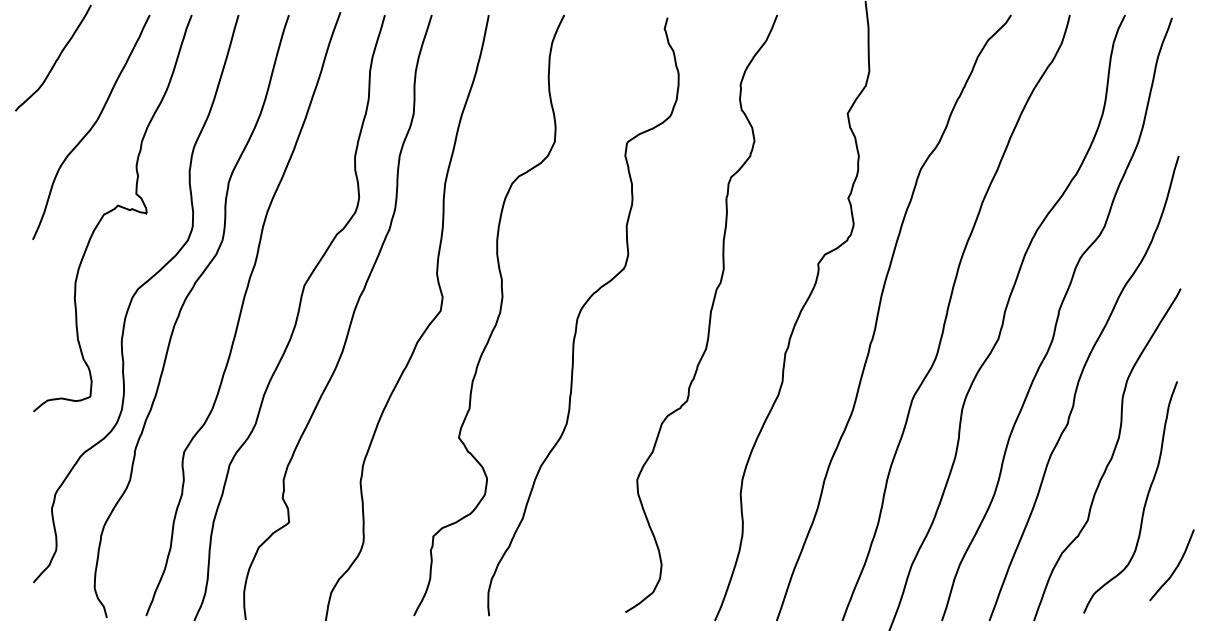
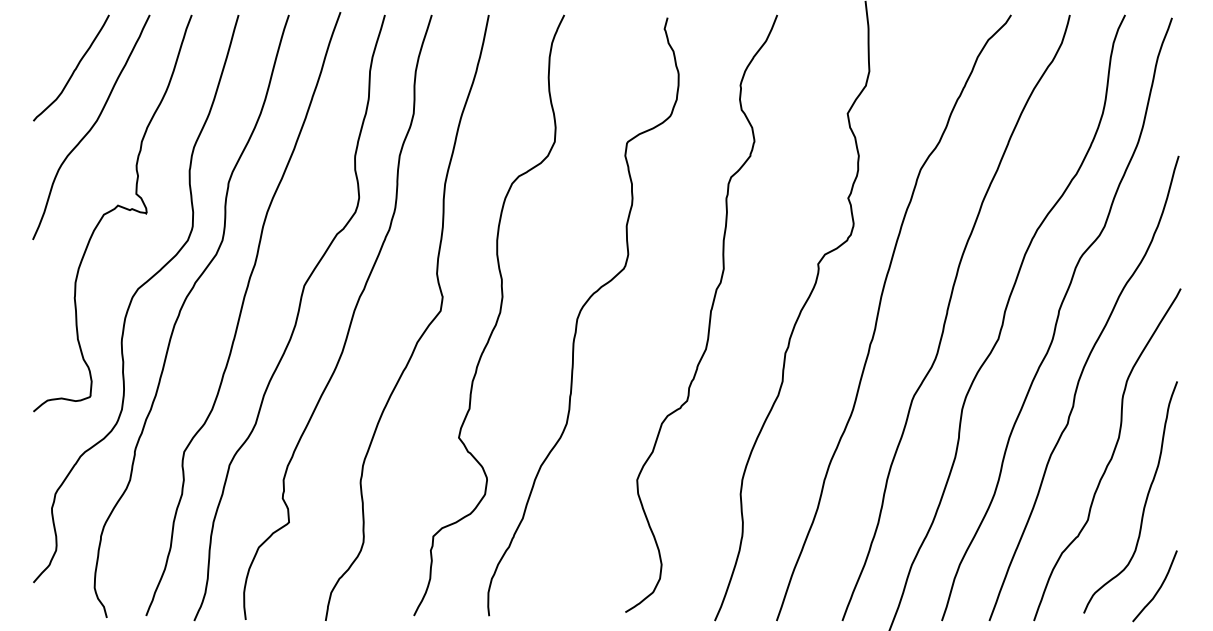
curve at (56, 59) position: (56, 59) -> (74, 69)
curve at (1175, 567) position: (1175, 567) -> (1158, 588)
